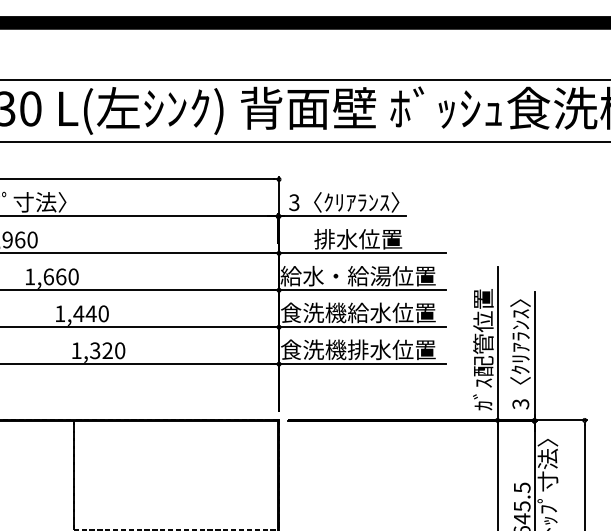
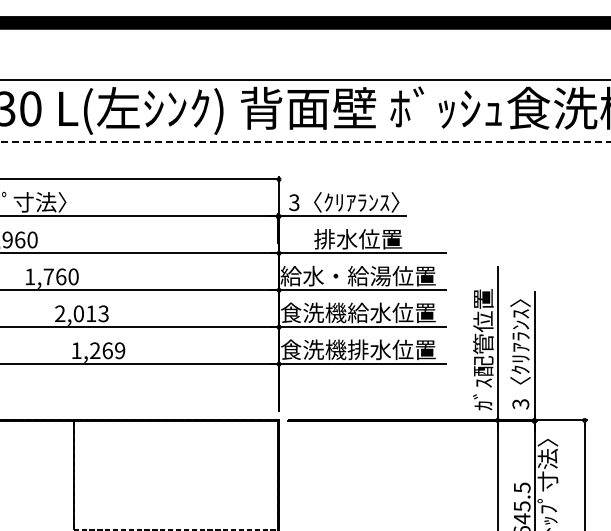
line at (305, 142): solid -> dashed
text at (48, 276): 1,660 -> 1,760
text at (81, 313): 1,440 -> 2,013
text at (107, 350): 1,320 -> 1,269
